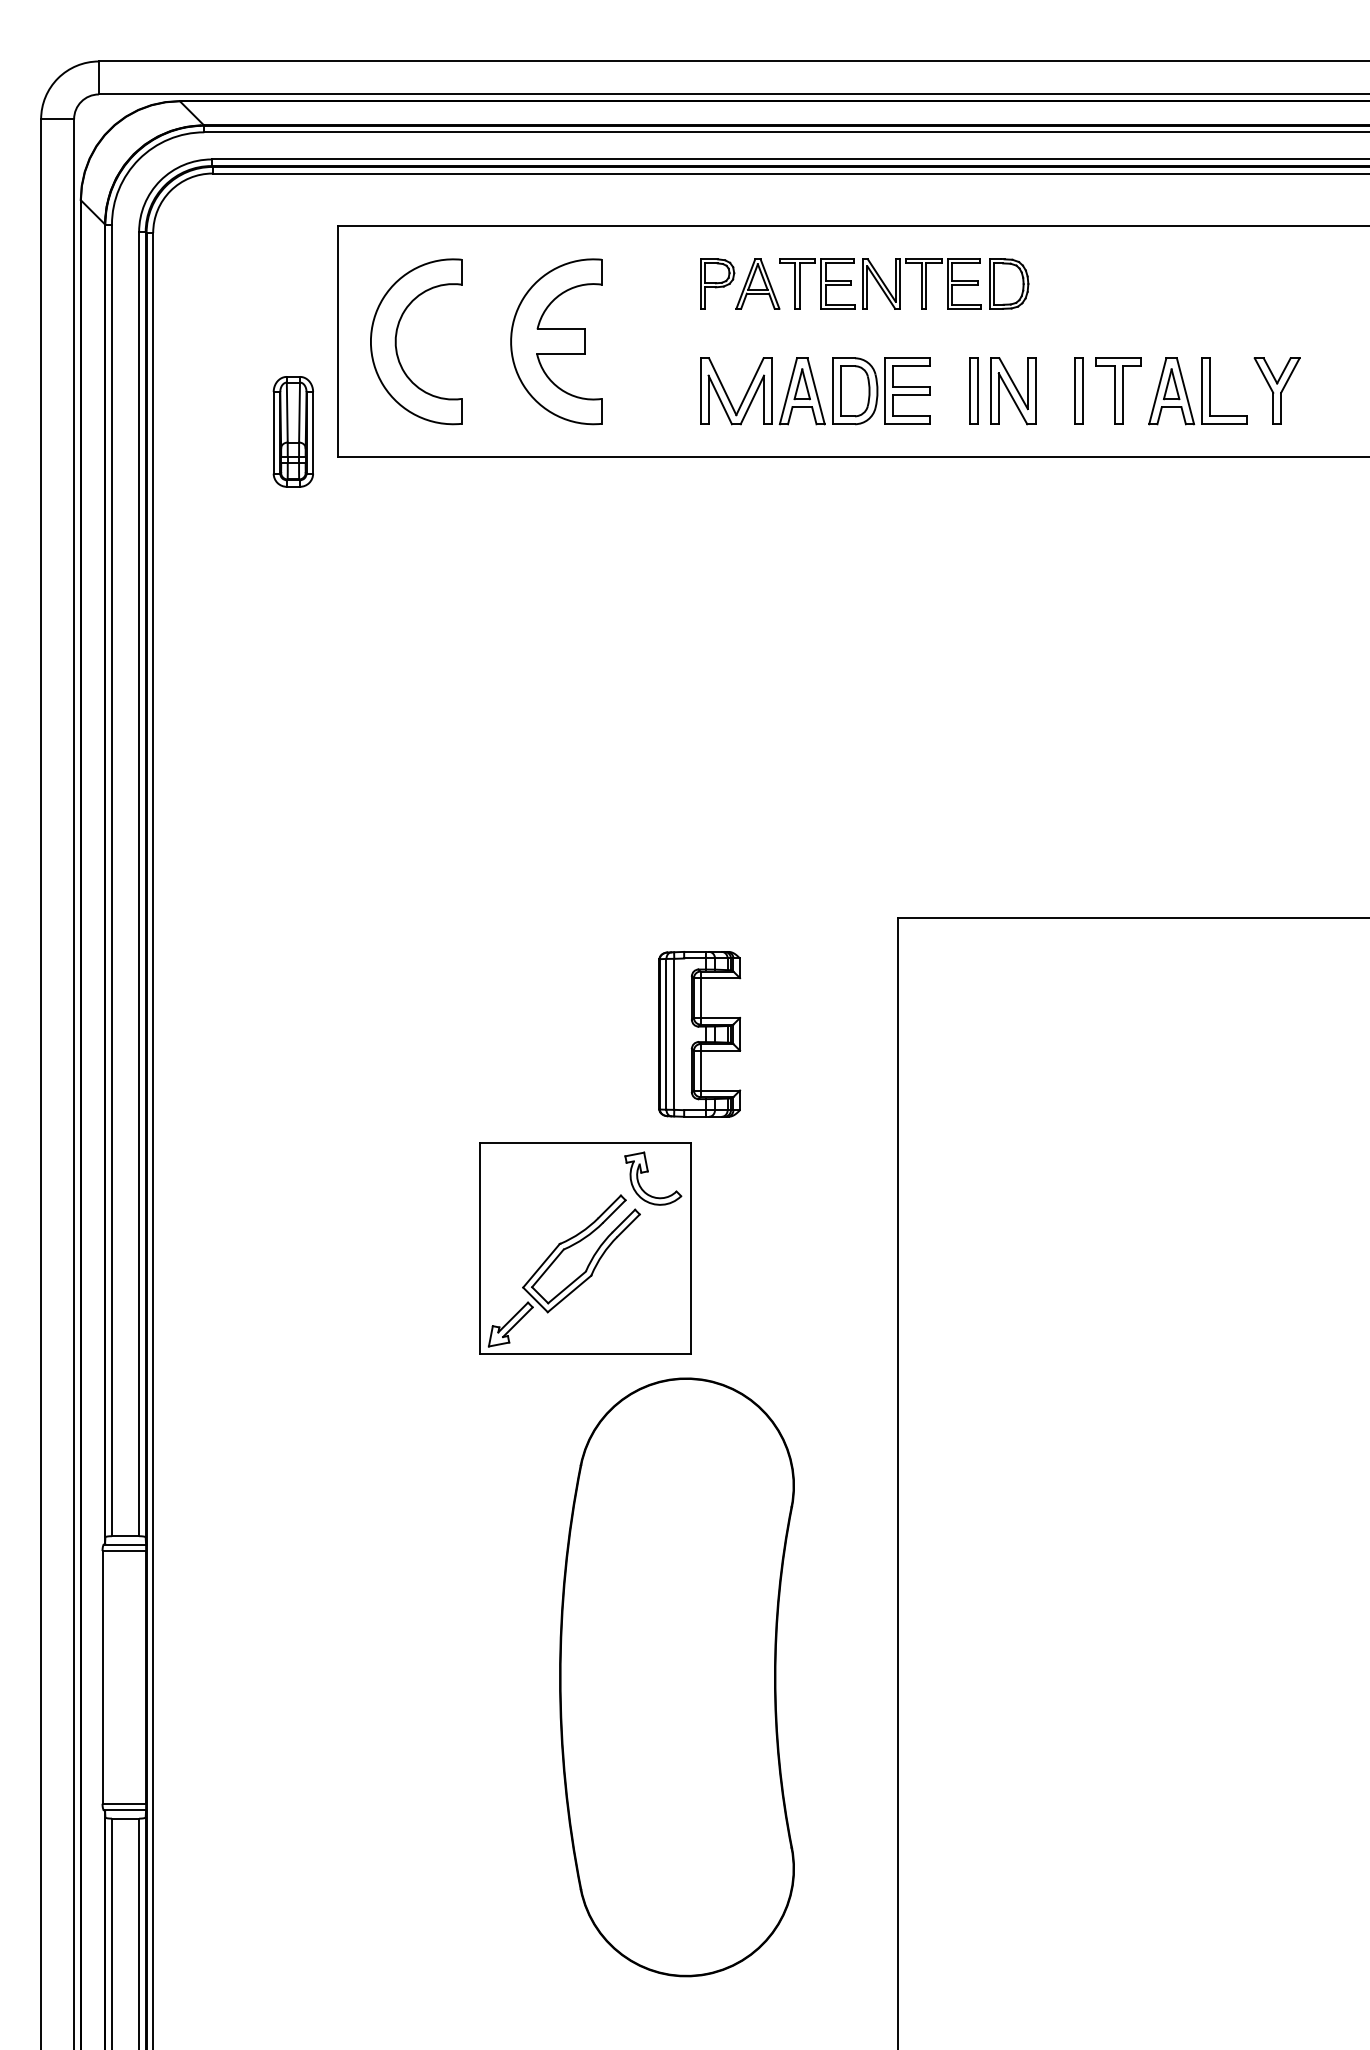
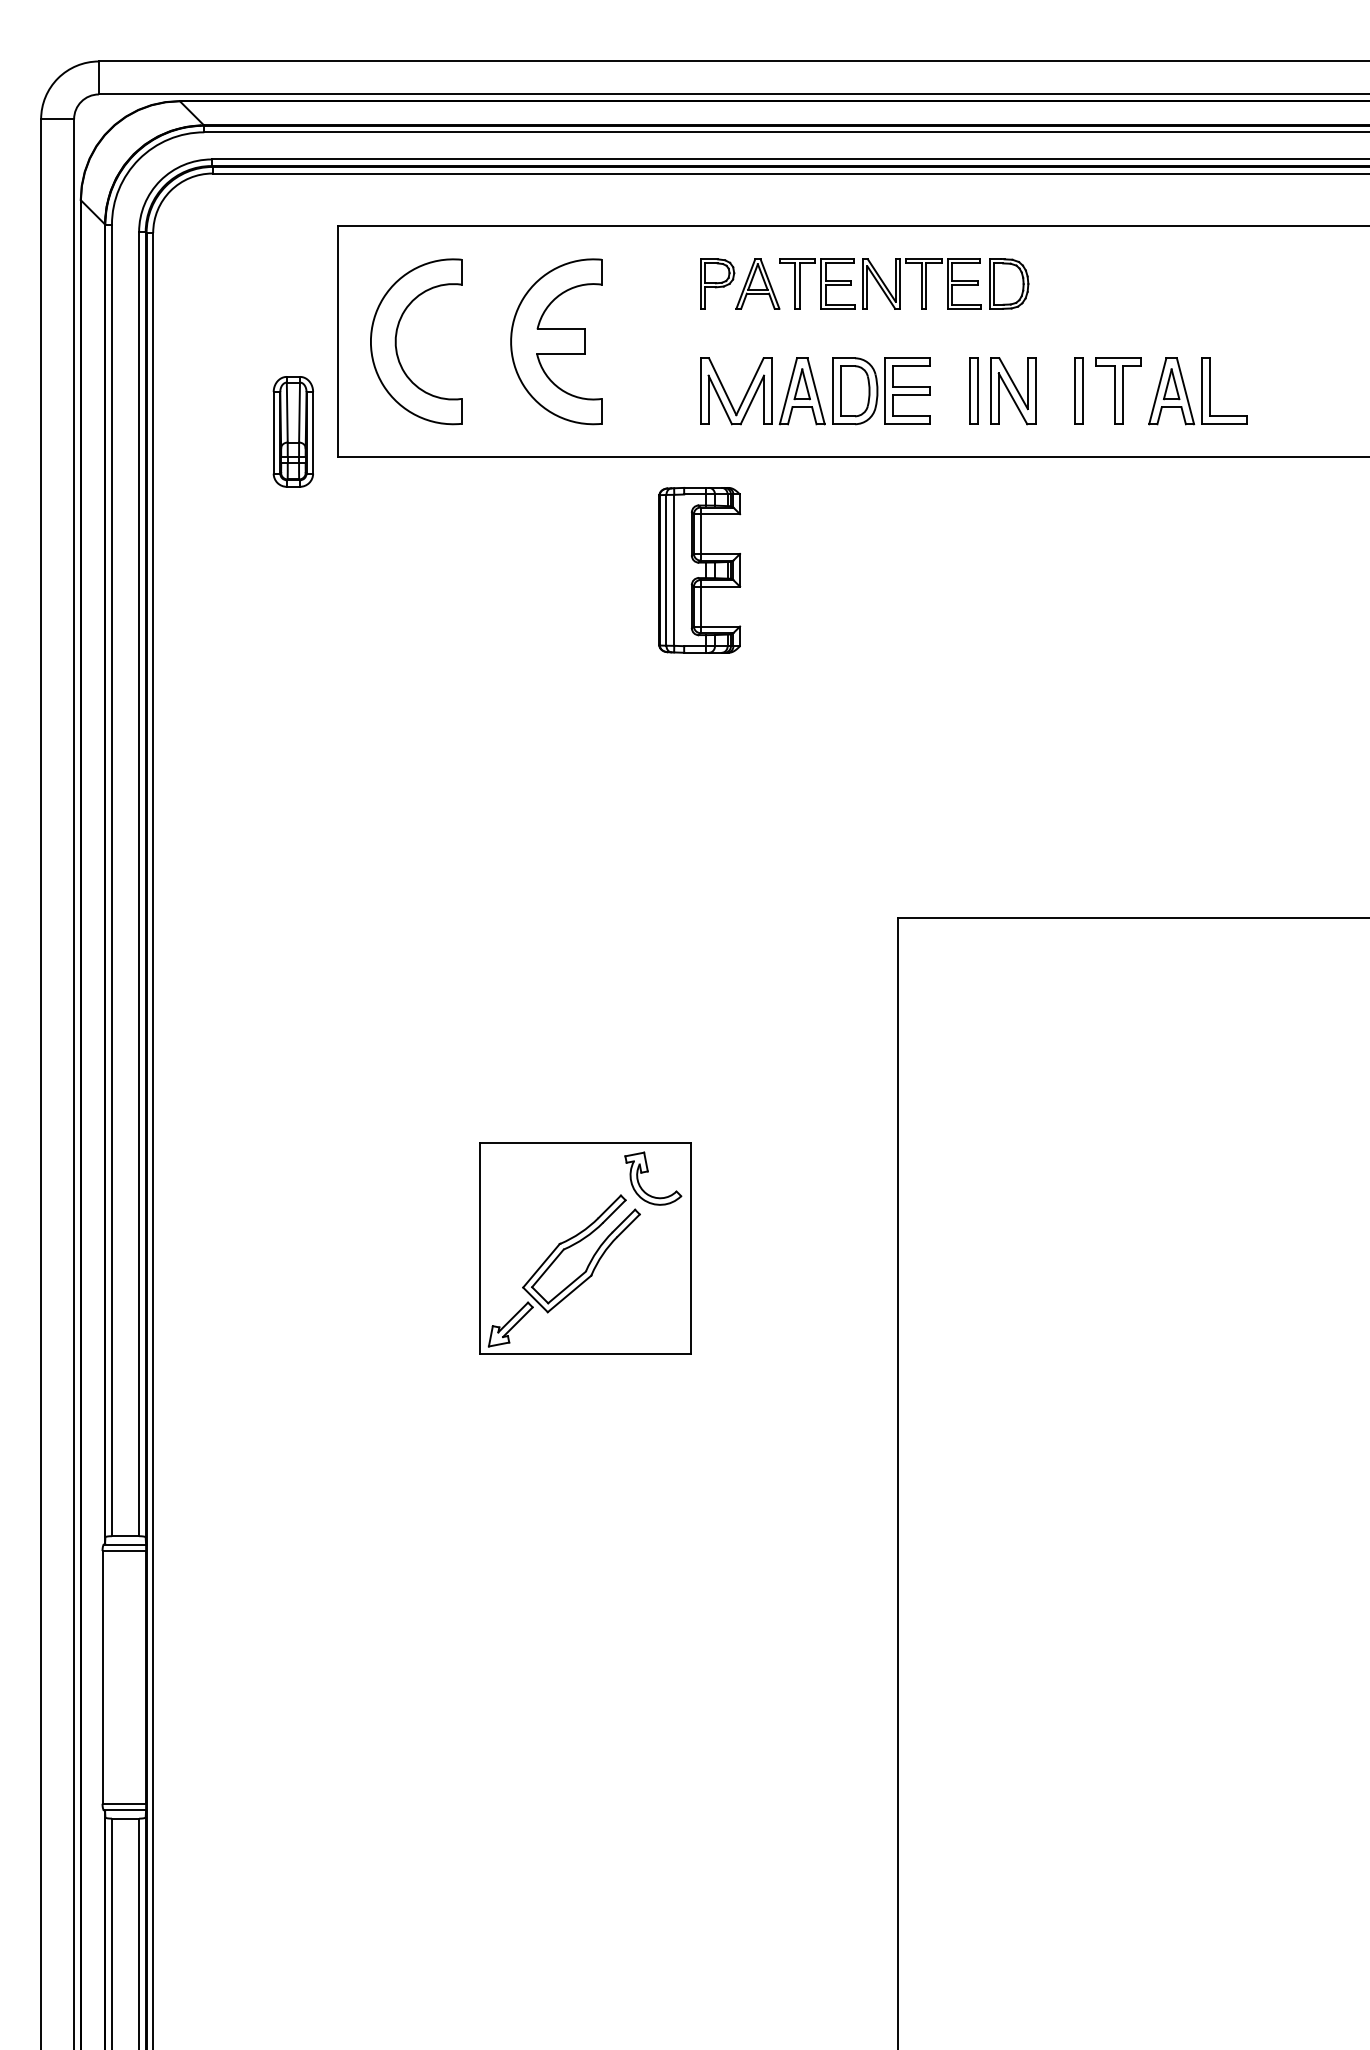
part at (1276, 390): present -> none
part at (699, 1034) position: (699, 1034) -> (699, 570)
part at (676, 1677): present -> none
